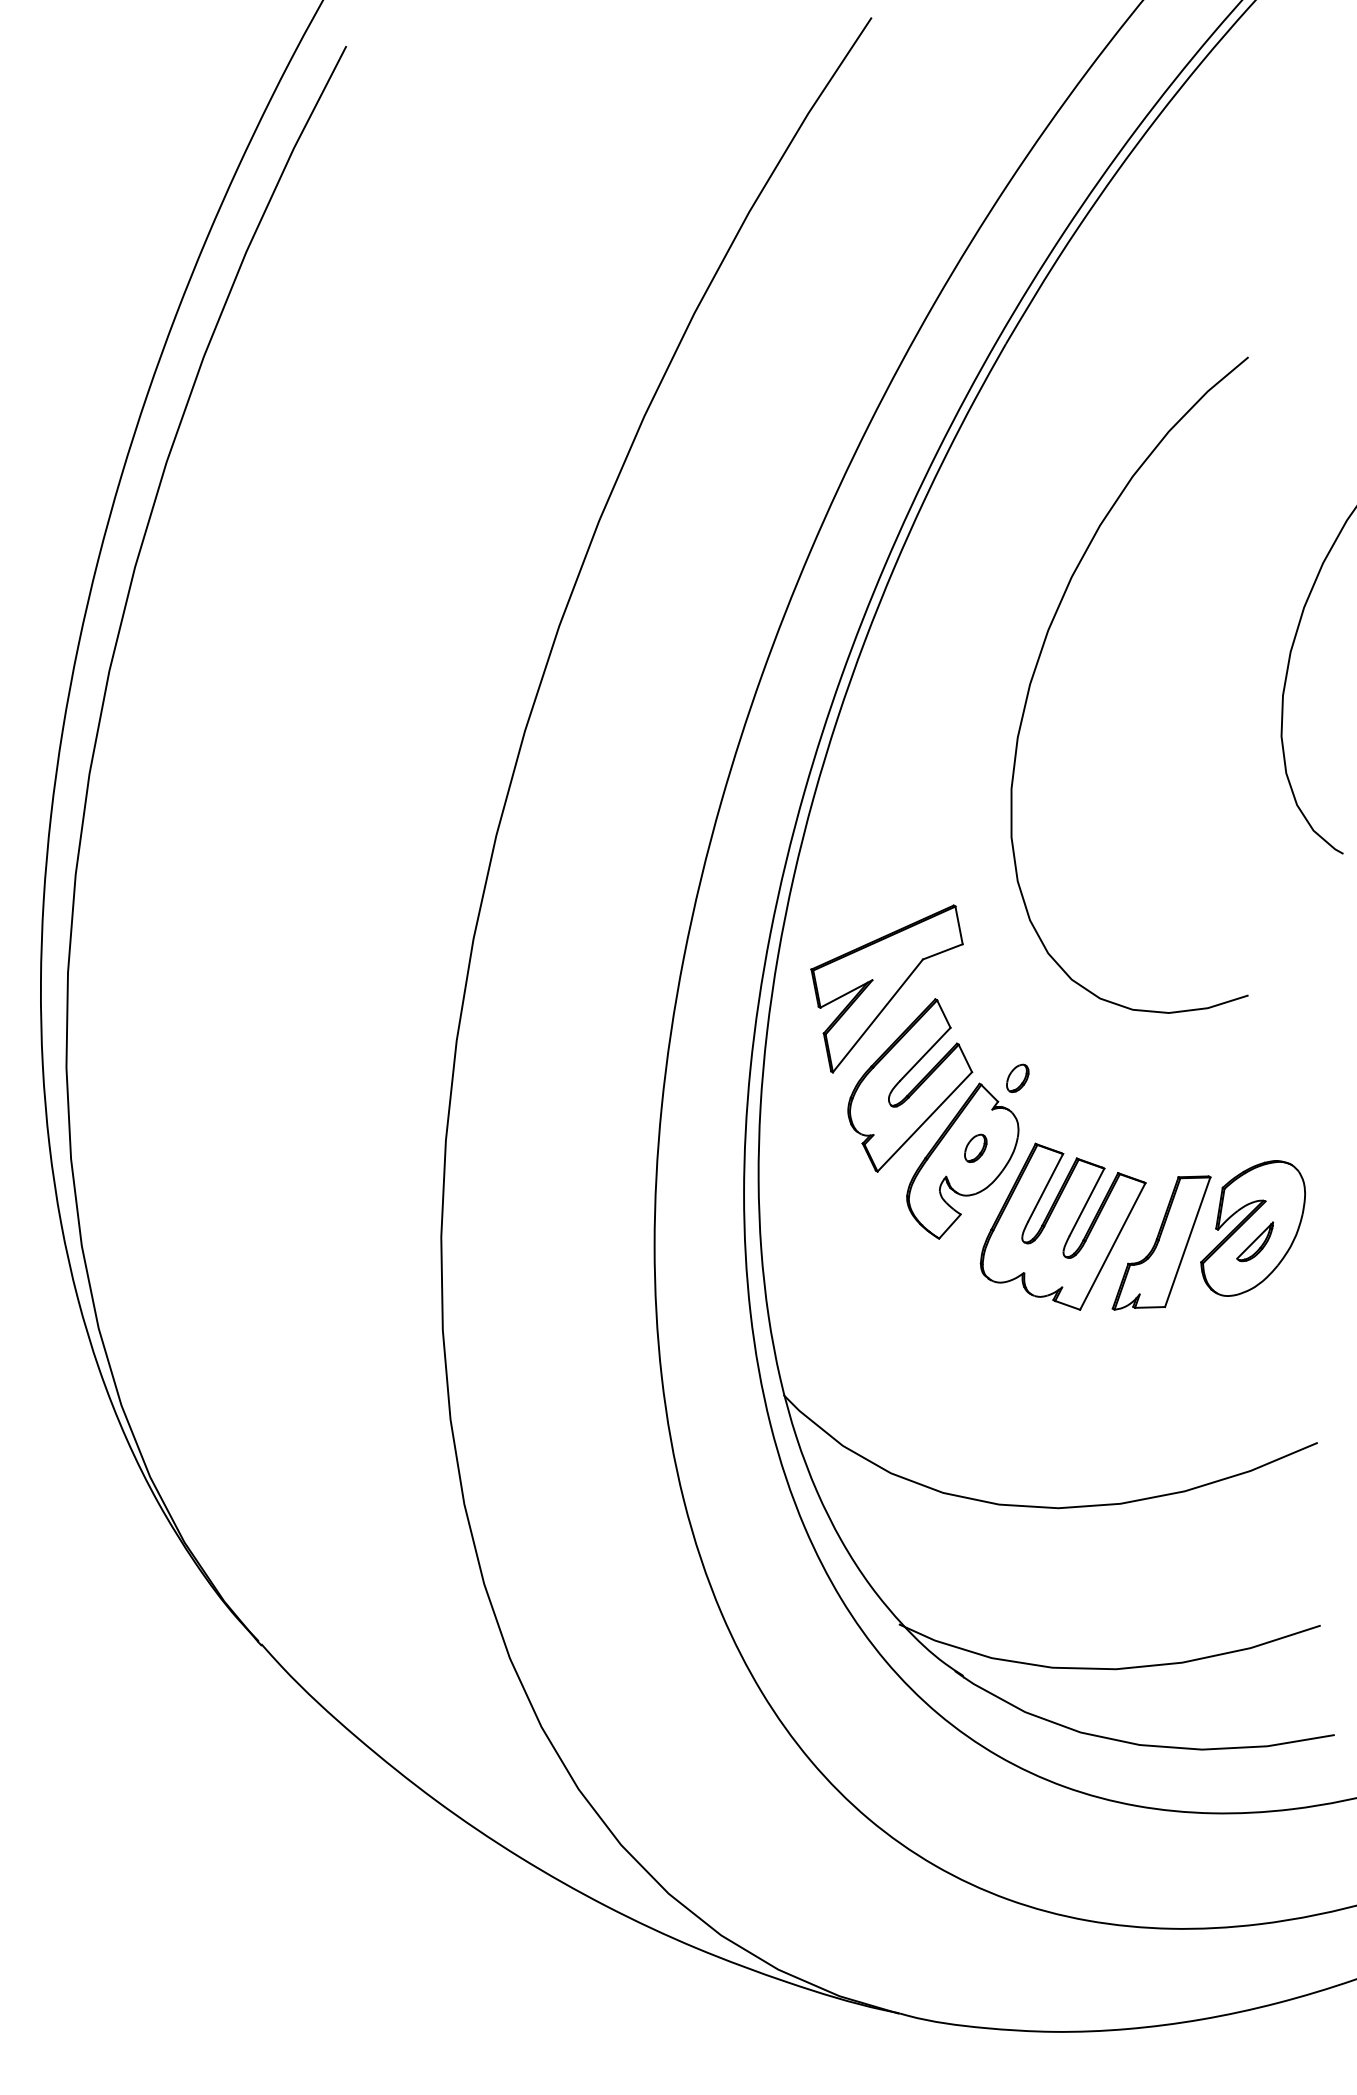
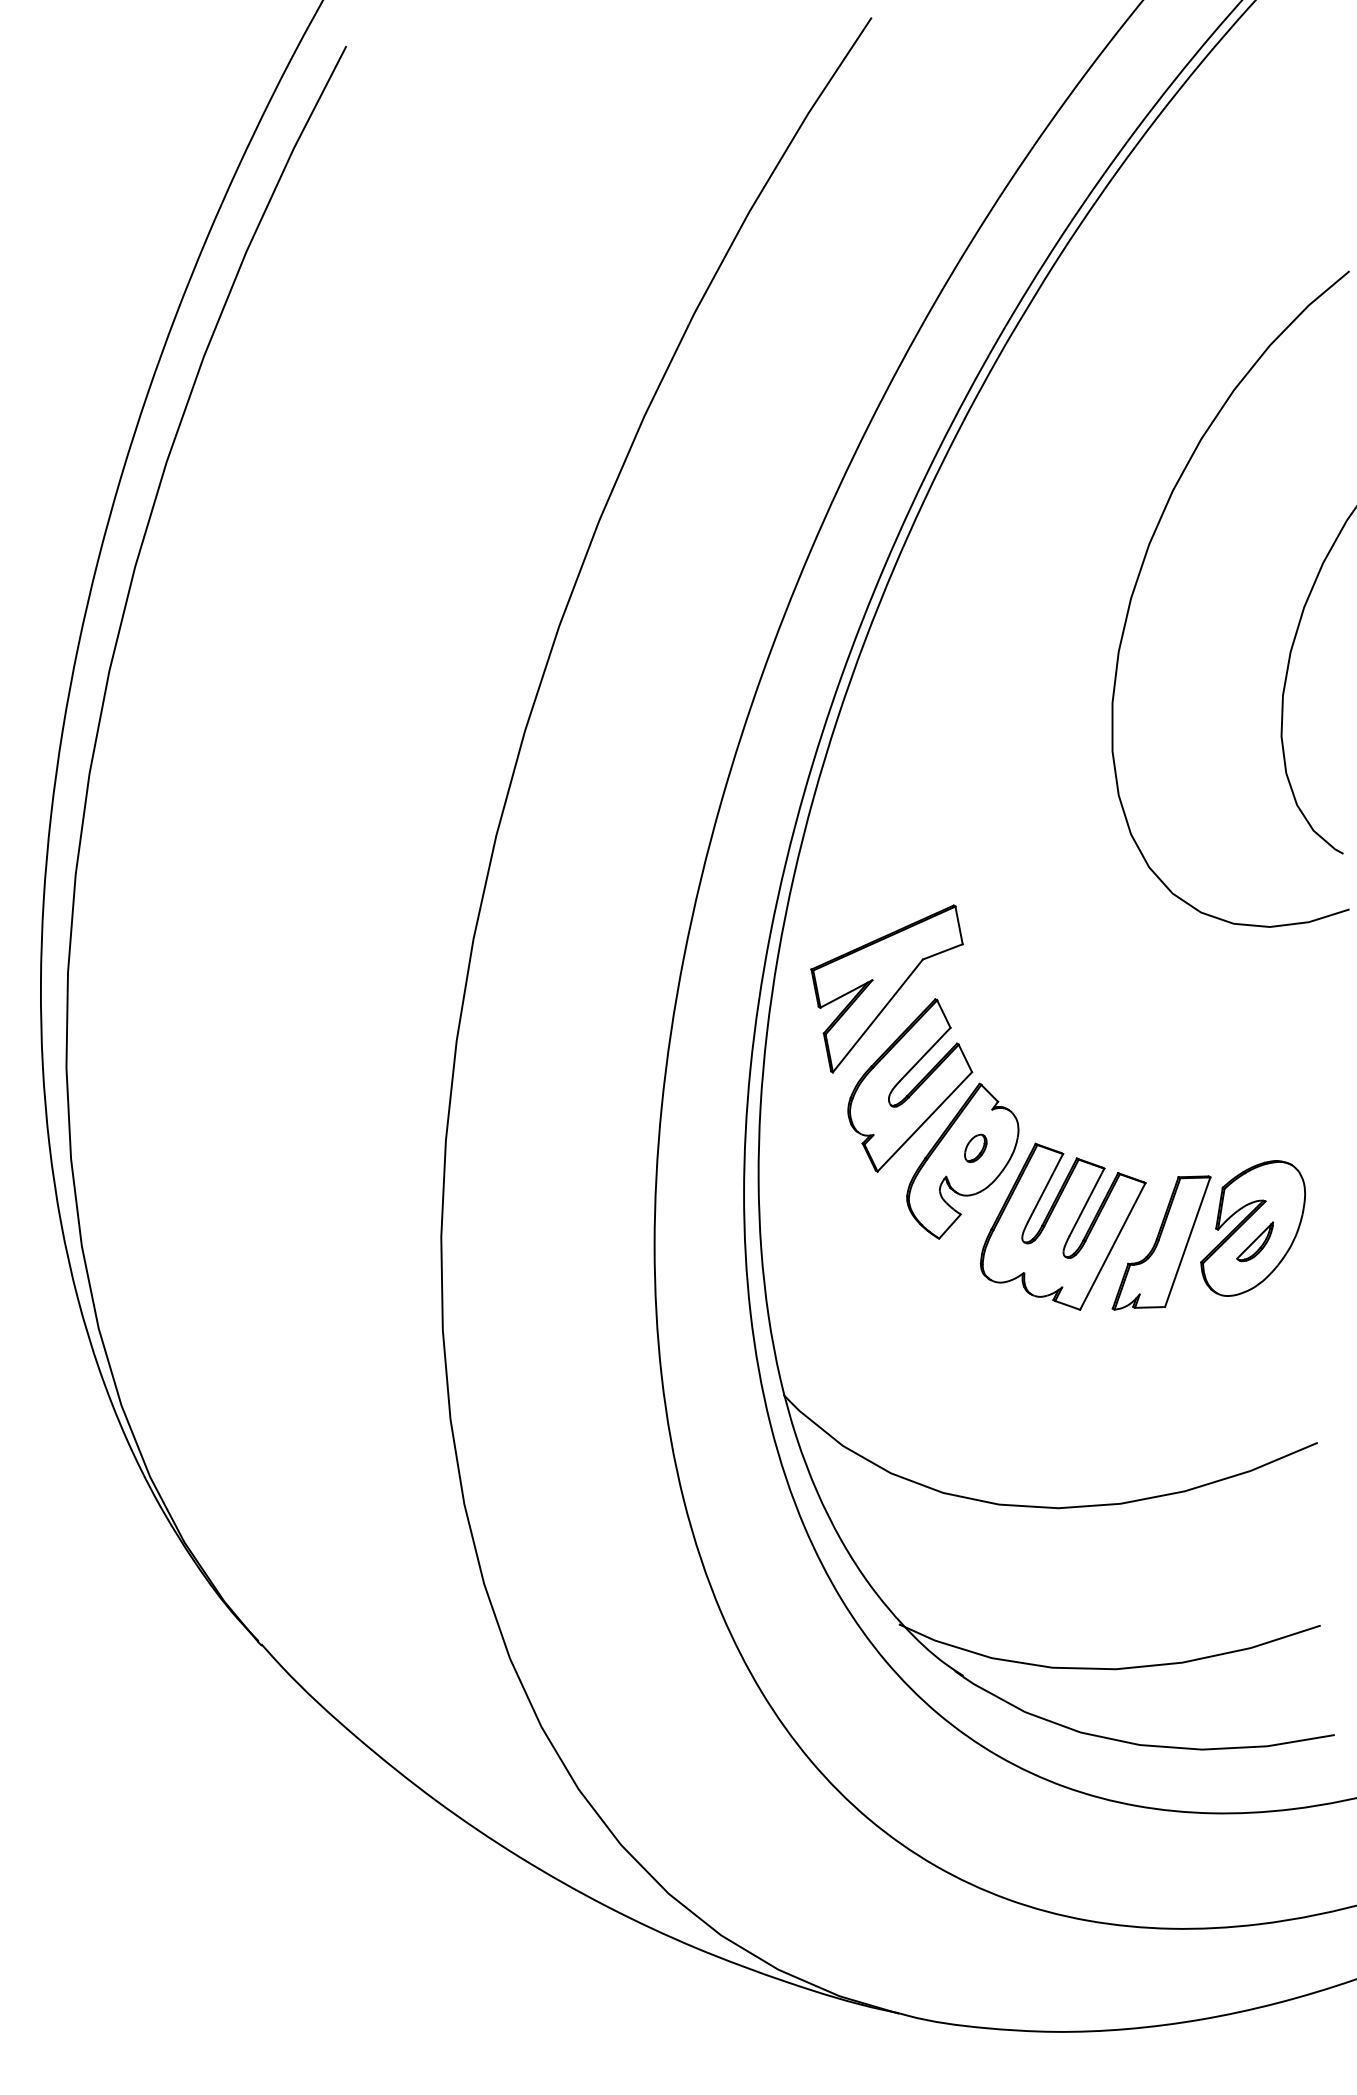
curve at (1041, 654) position: (1041, 654) -> (1142, 568)
part at (1017, 1077): present -> none
